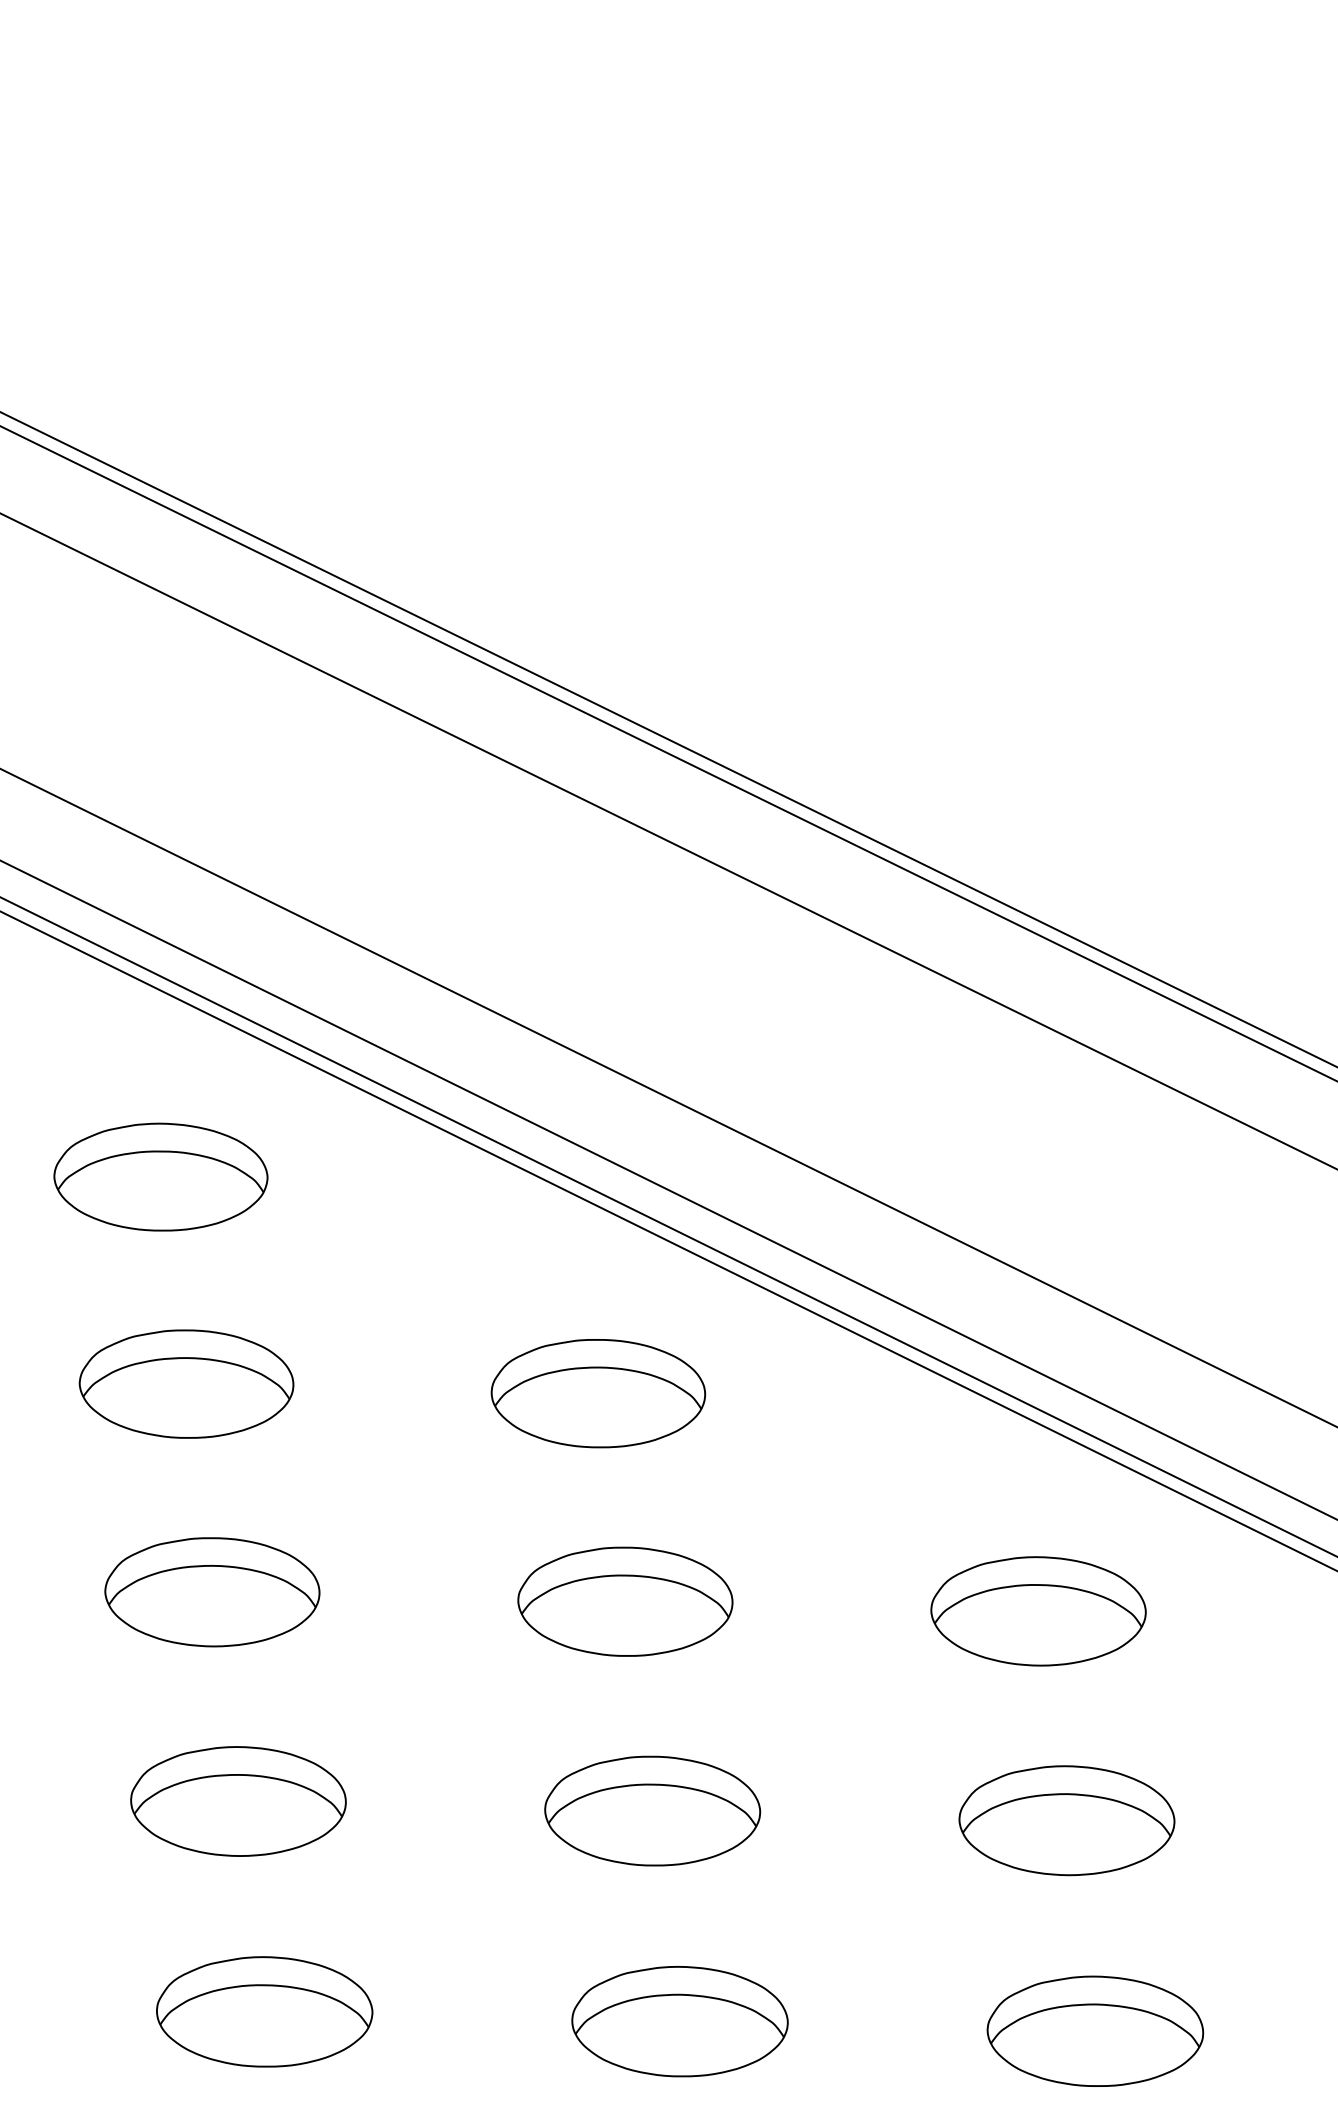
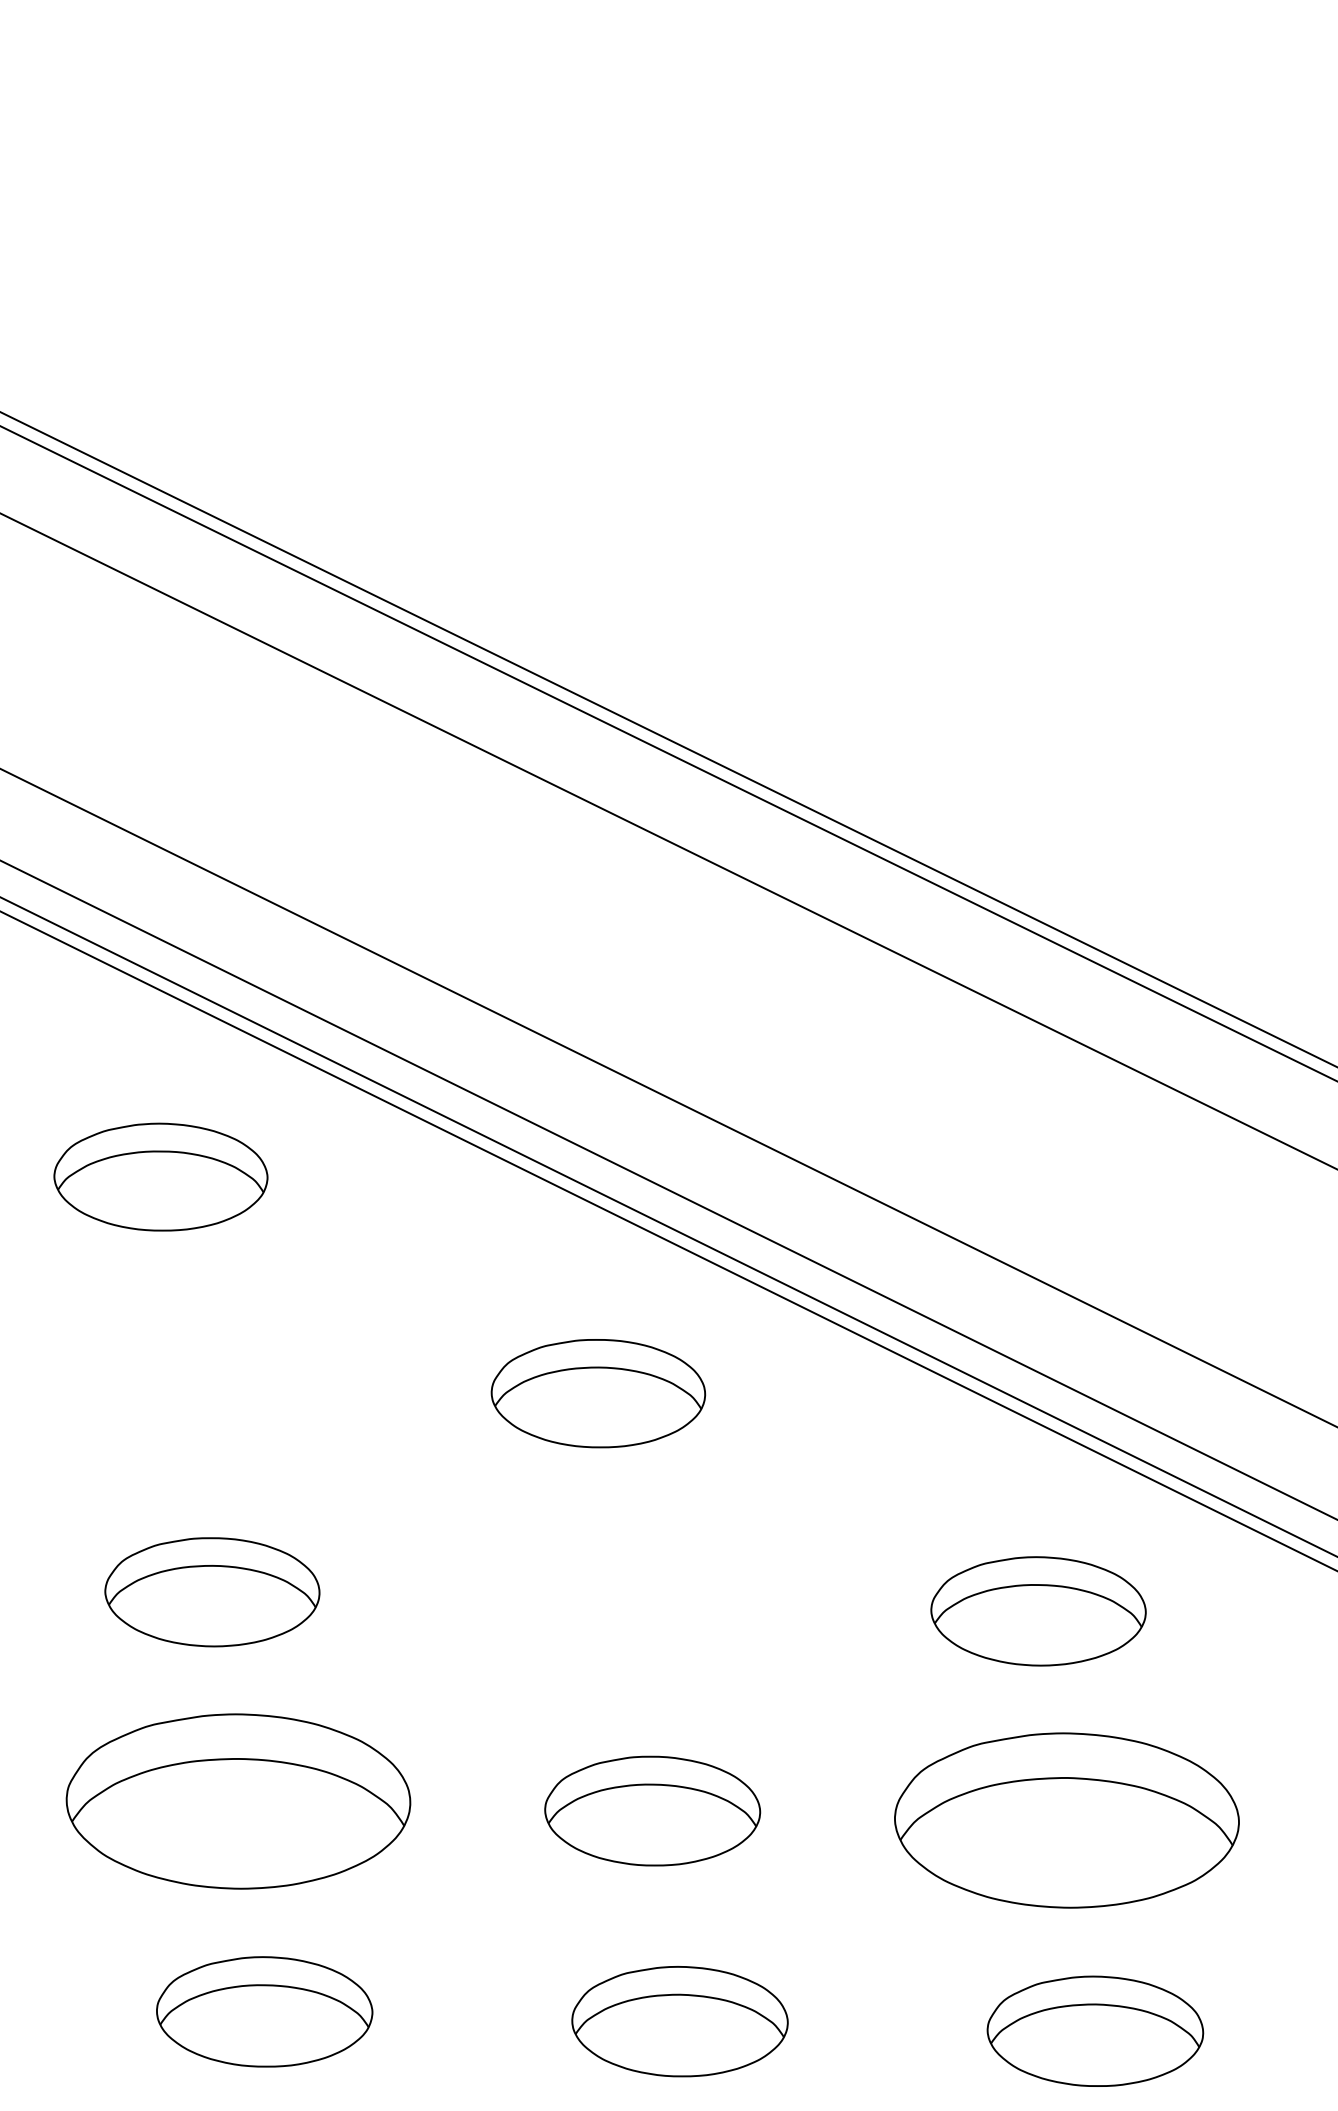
part at (186, 1383): present -> none
part at (625, 1601): present -> none
part at (238, 1801) size: 217x111 px -> 347x177 px
part at (1066, 1820) size: 218x112 px -> 346x177 px
